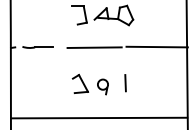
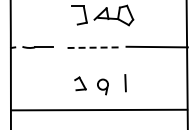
line at (95, 47): solid -> dashed
part at (80, 83) size: 19x21 px -> 13x16 px
line at (99, 117) position: (99, 117) -> (99, 109)
